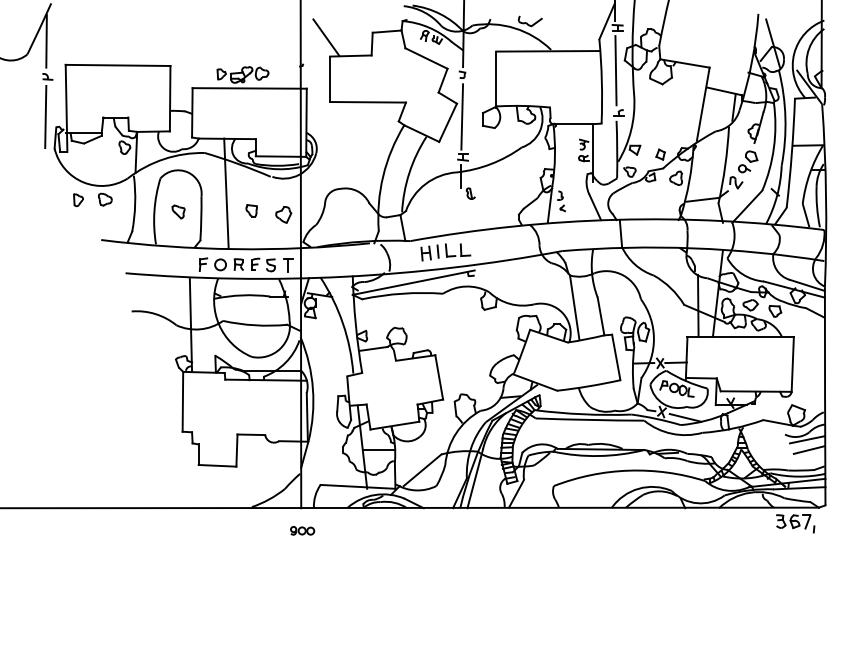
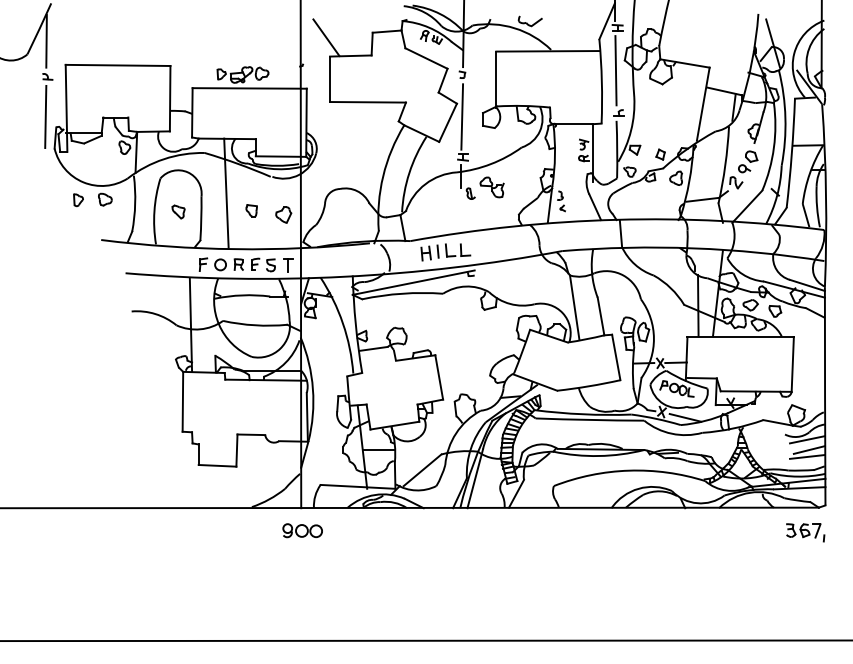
part at (491, 187): none -> present
line at (807, 456): none -> present
part at (795, 523) position: (795, 523) -> (805, 532)
part at (302, 530) size: 26x10 px -> 41x16 px
line at (425, 640): none -> present
